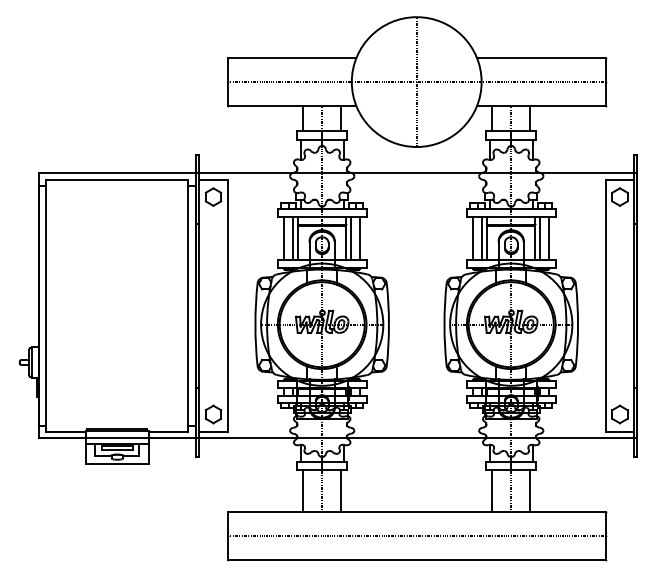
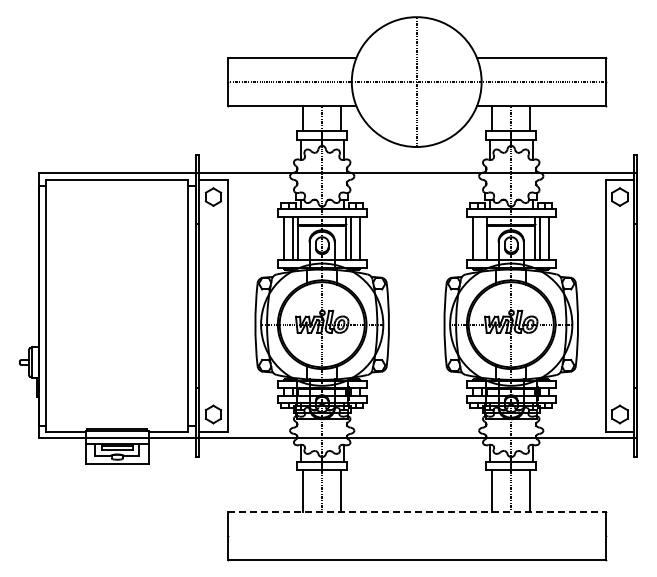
line at (482, 238): present -> none
line at (417, 511): solid -> dashed
line at (416, 535): present -> none
